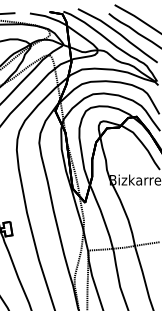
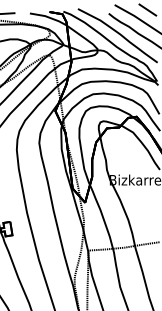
line at (147, 9): none -> present
